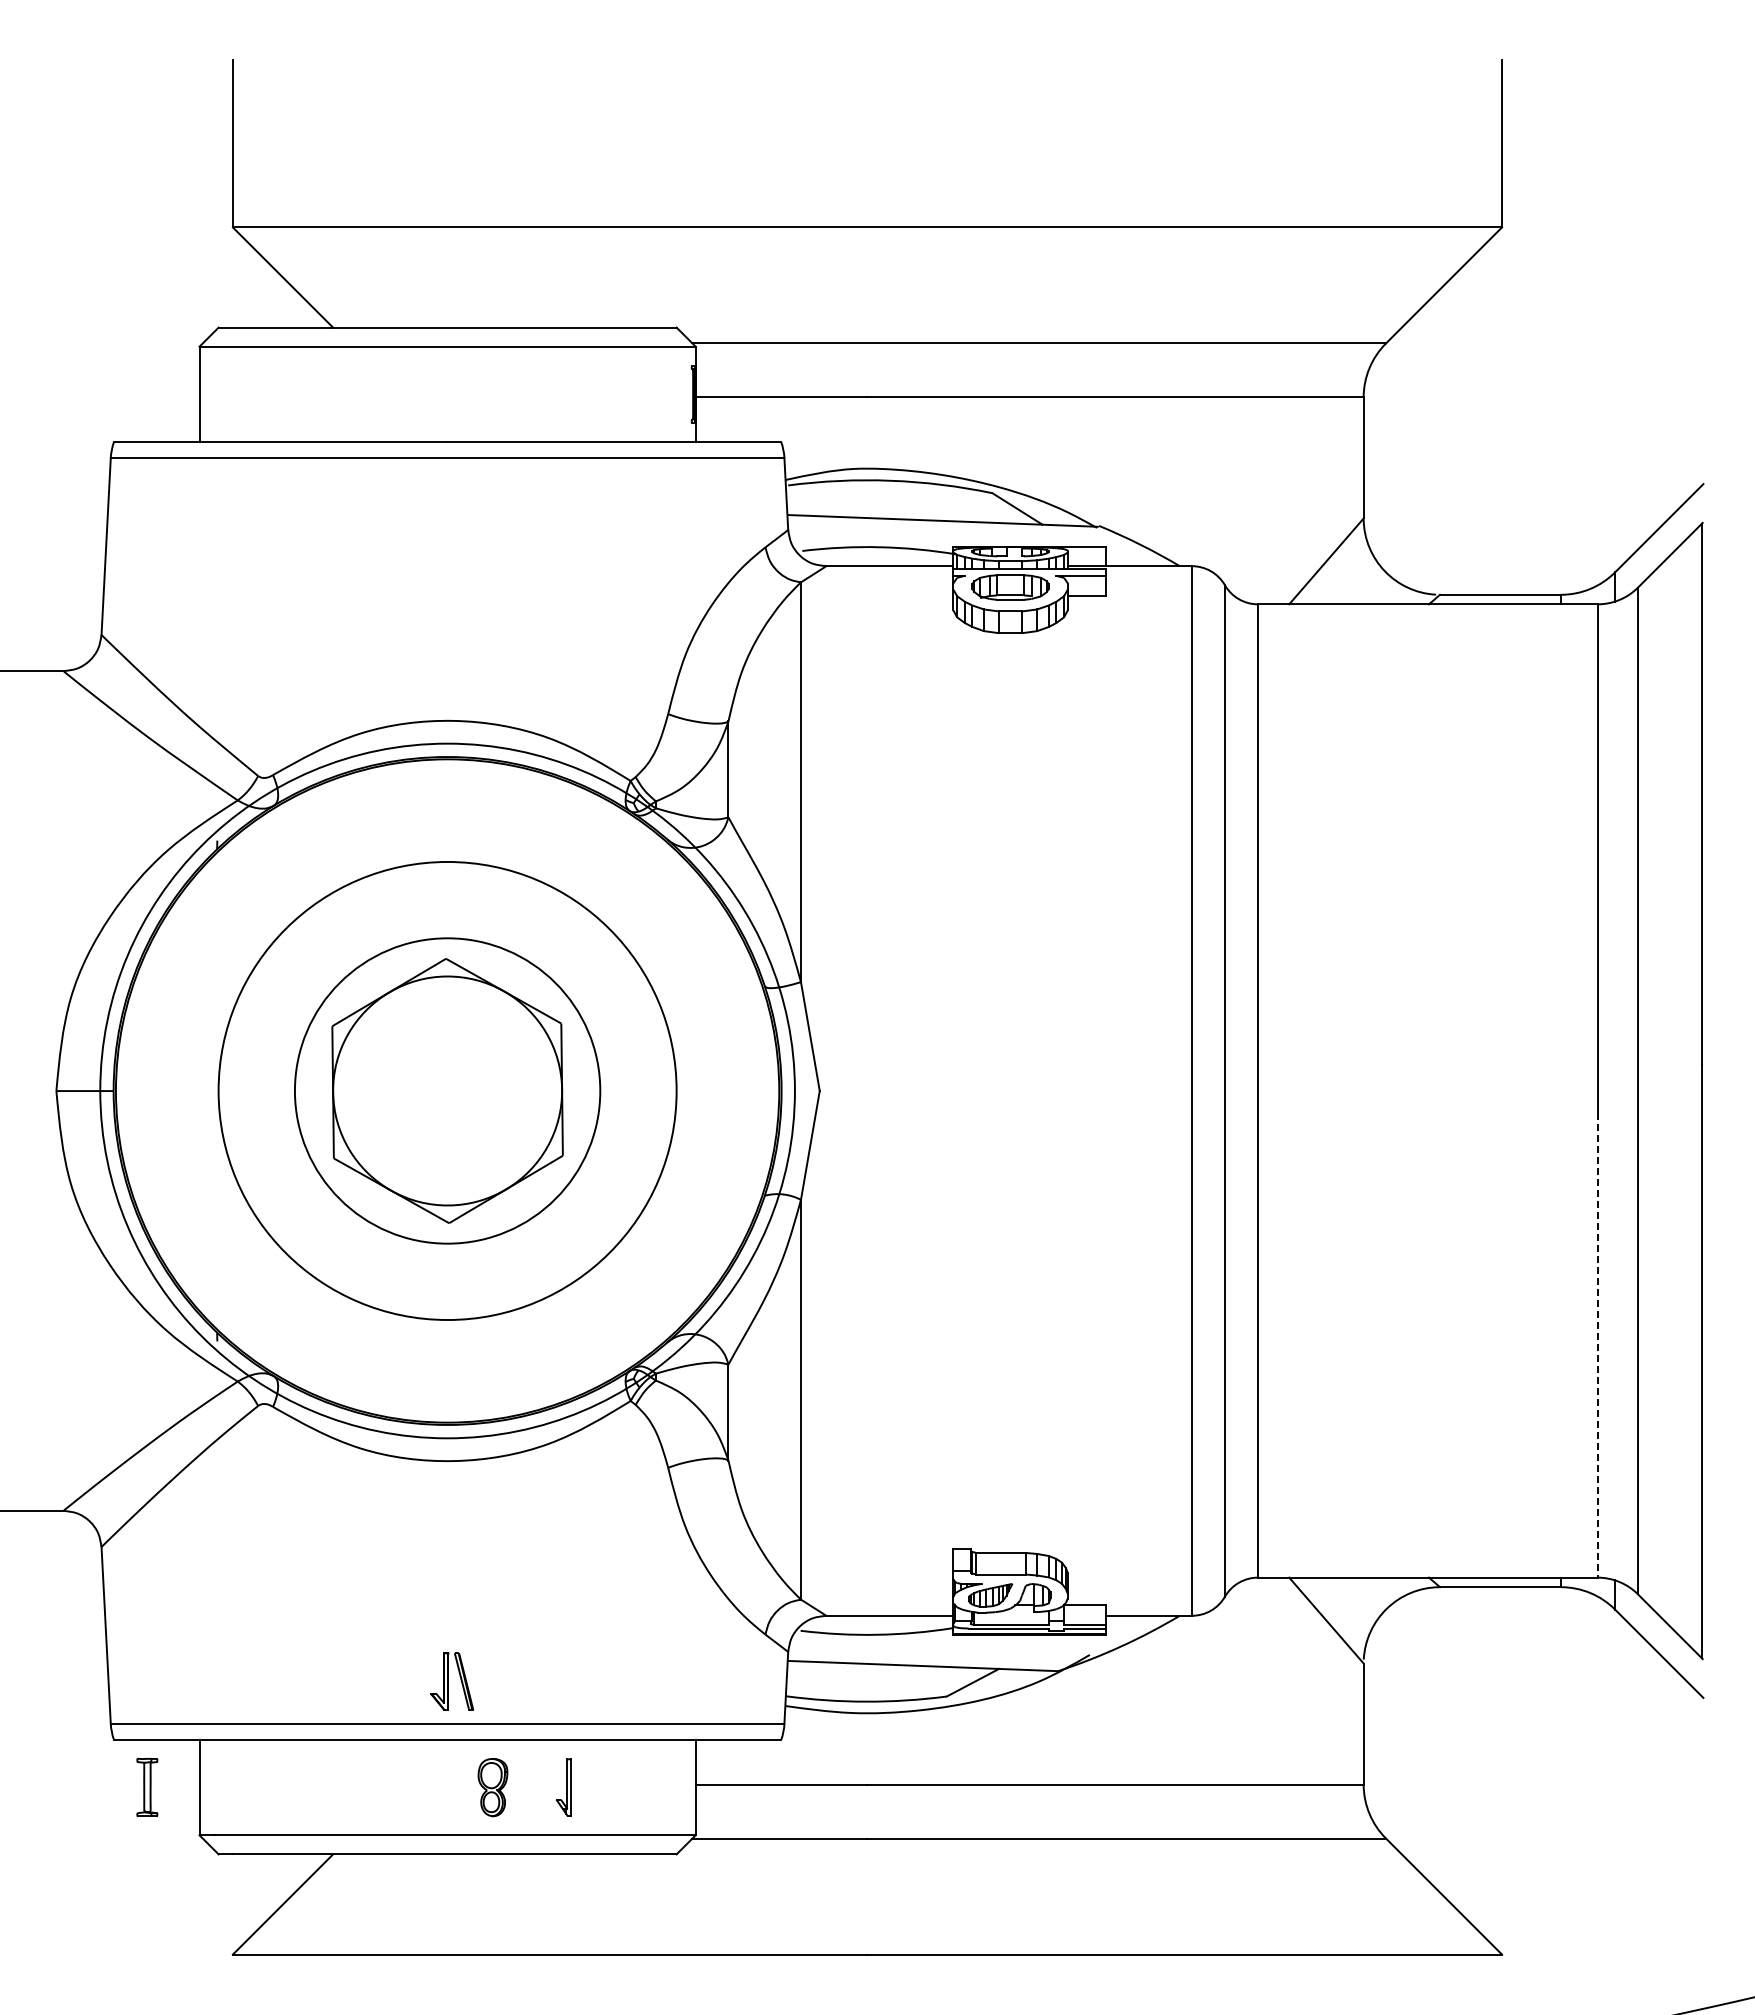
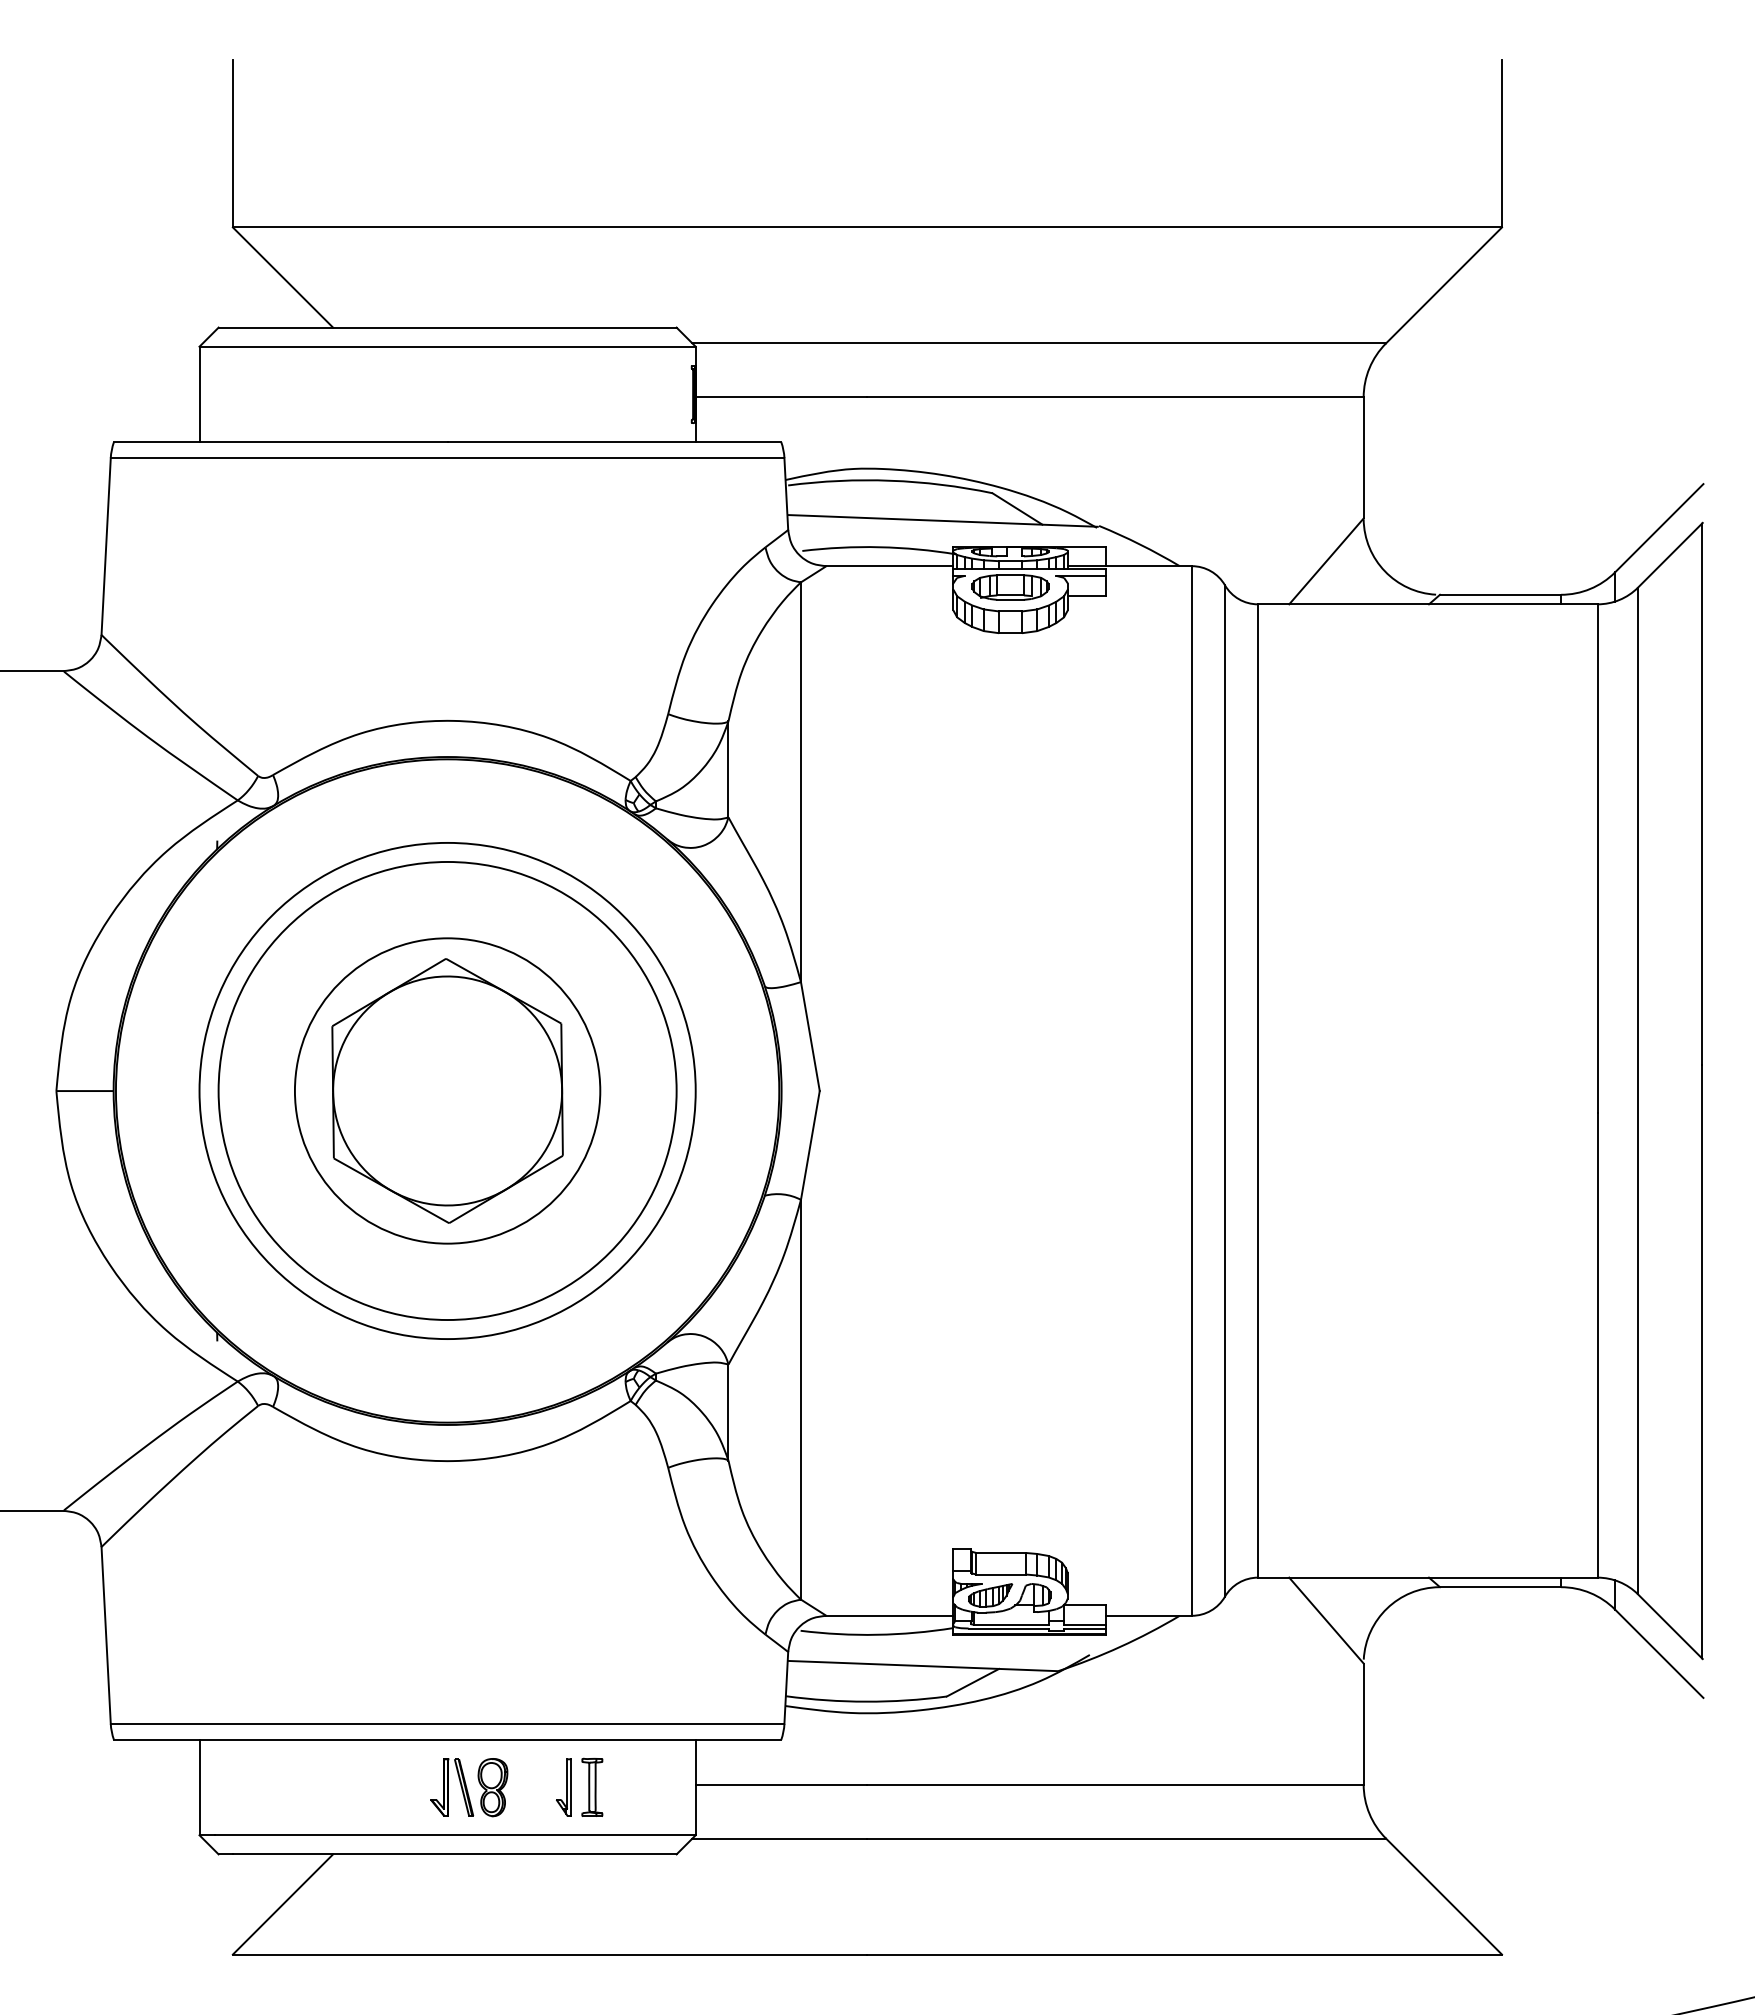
circle at (447, 1090) diameter: 695 px -> 496 px
line at (1597, 1346): dashed -> solid
part at (452, 1681) position: (452, 1681) -> (452, 1787)
part at (147, 1786) position: (147, 1786) -> (592, 1786)
